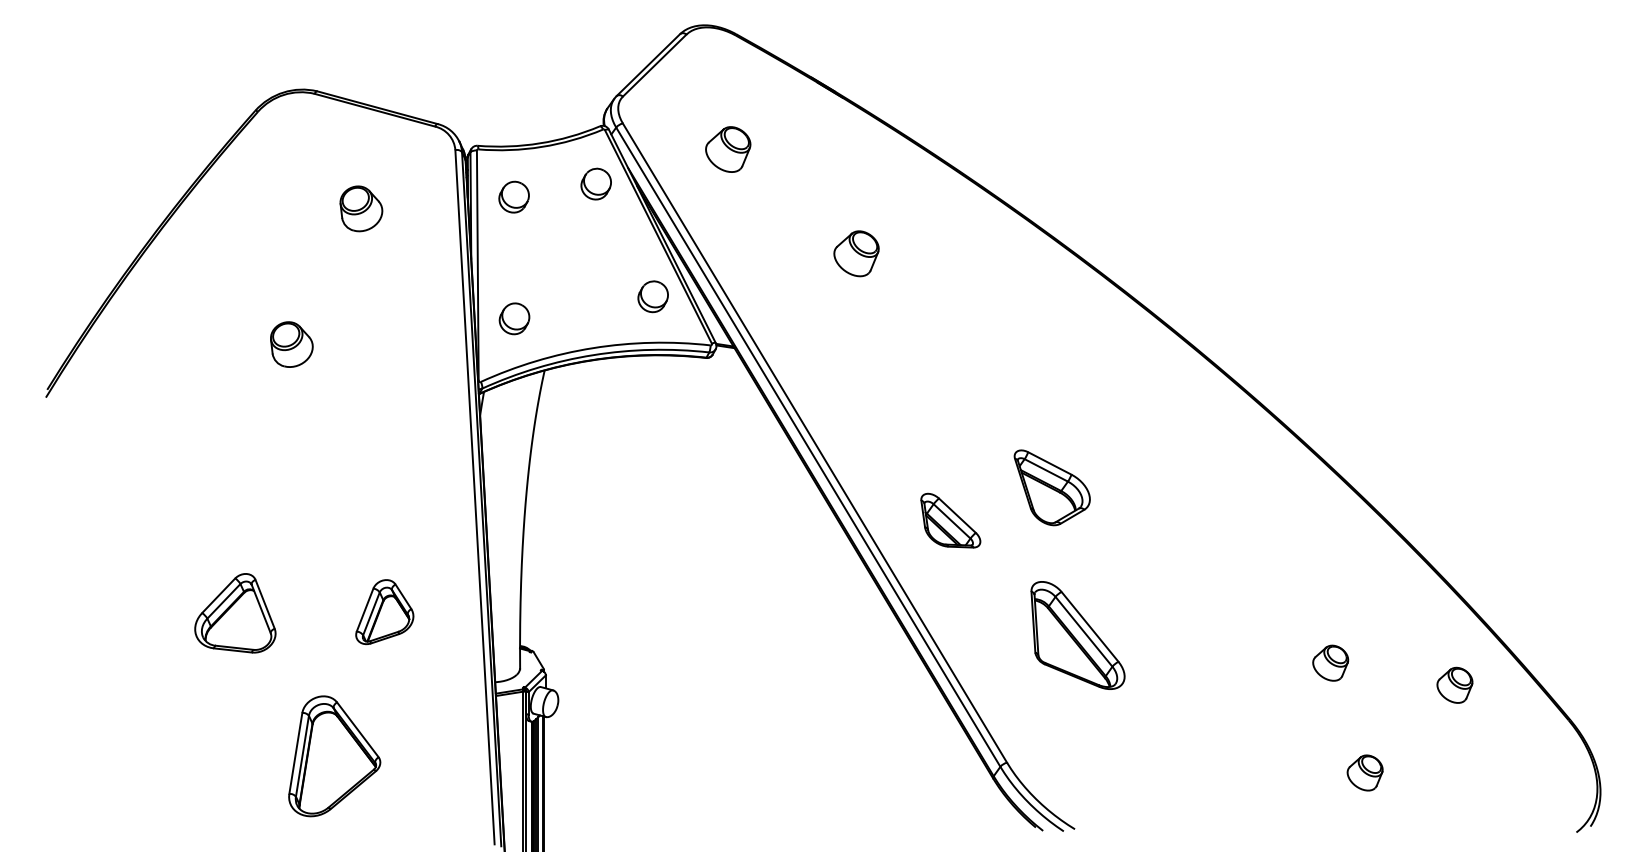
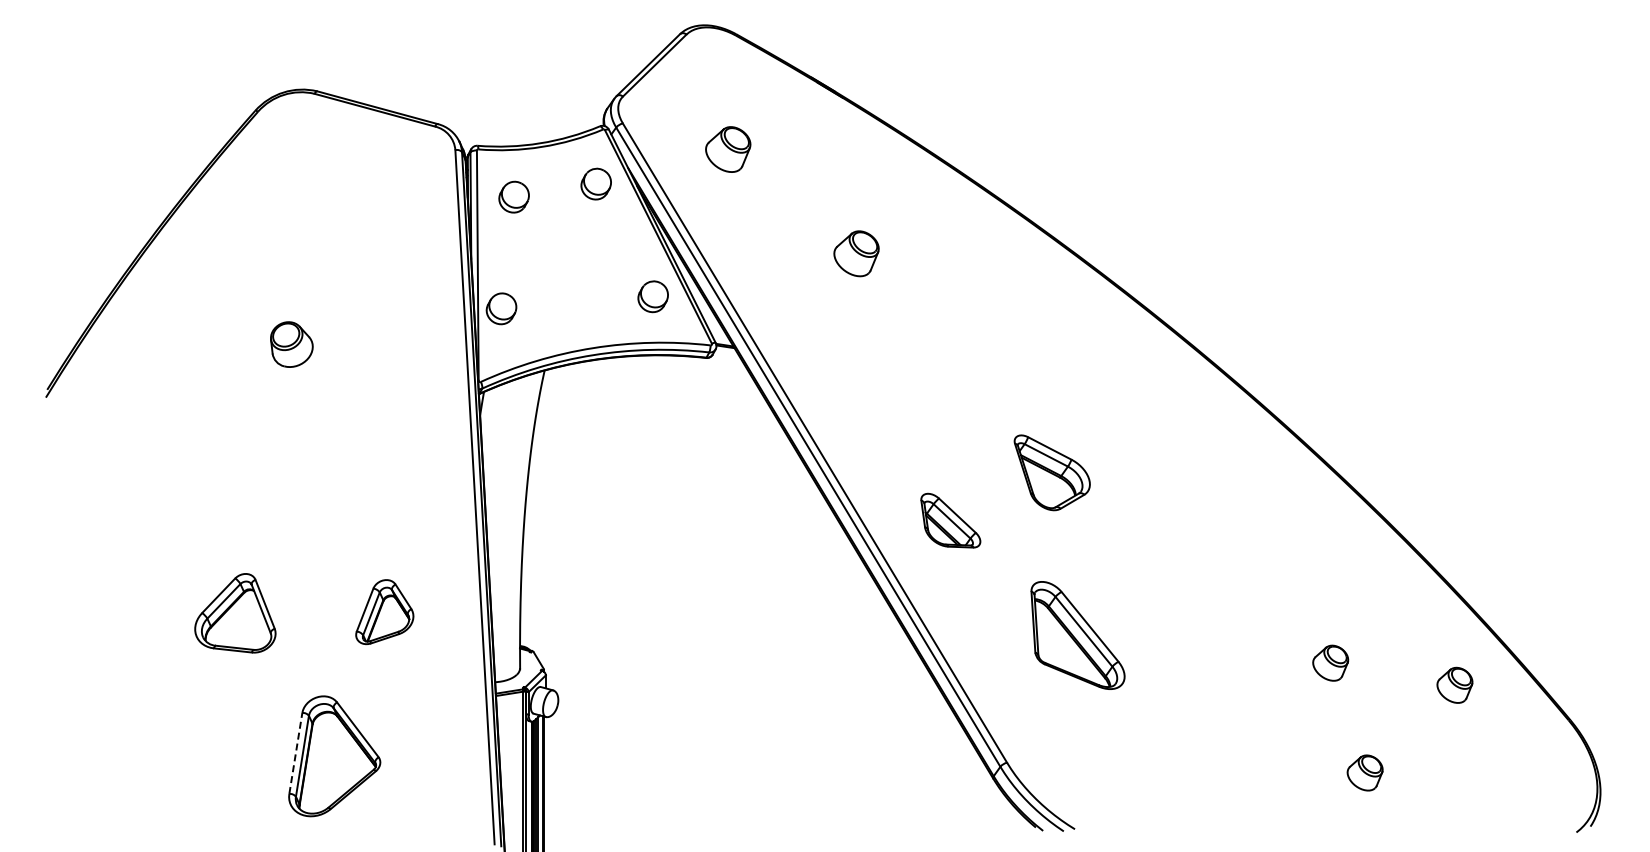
part at (361, 208): present -> none
part at (514, 318) position: (514, 318) -> (501, 308)
part at (1051, 487) position: (1051, 487) -> (1051, 472)
line at (295, 753): solid -> dashed
